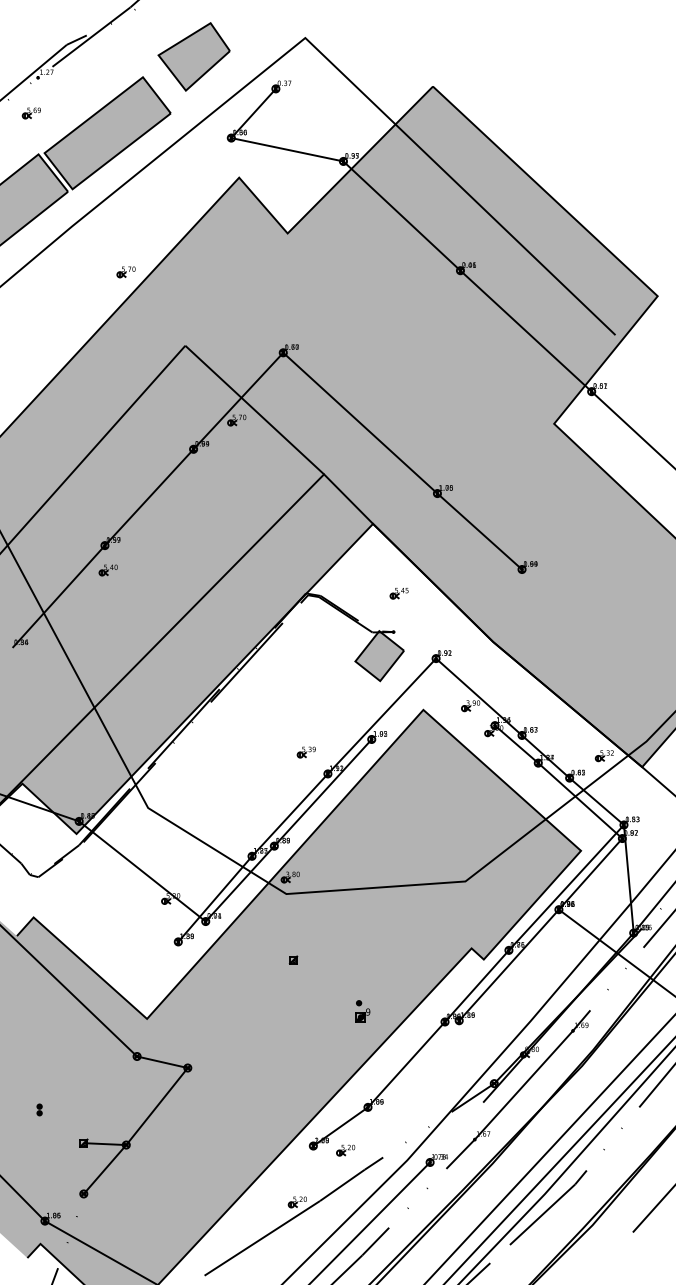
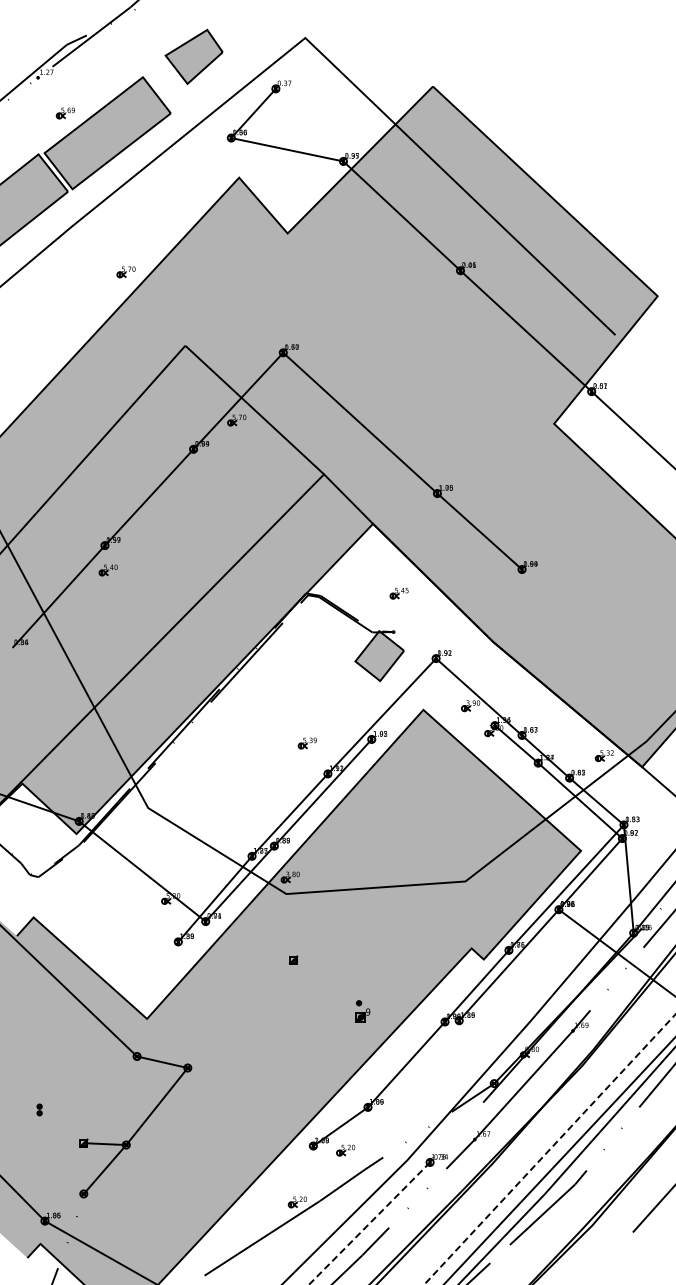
part at (193, 56) size: 74x70 px -> 60x57 px
part at (30, 113) position: (30, 113) -> (64, 113)
part at (305, 752) position: (305, 752) -> (306, 743)
line at (550, 1149): solid -> dashed
line at (369, 1223): solid -> dashed
